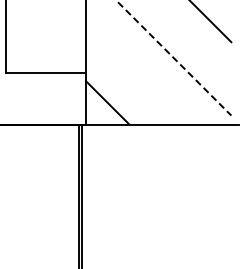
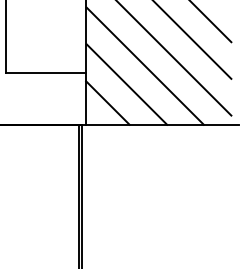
line at (192, 40): none -> present
line at (173, 57): dashed -> solid
line at (144, 65): none -> present
line at (126, 84): none -> present
